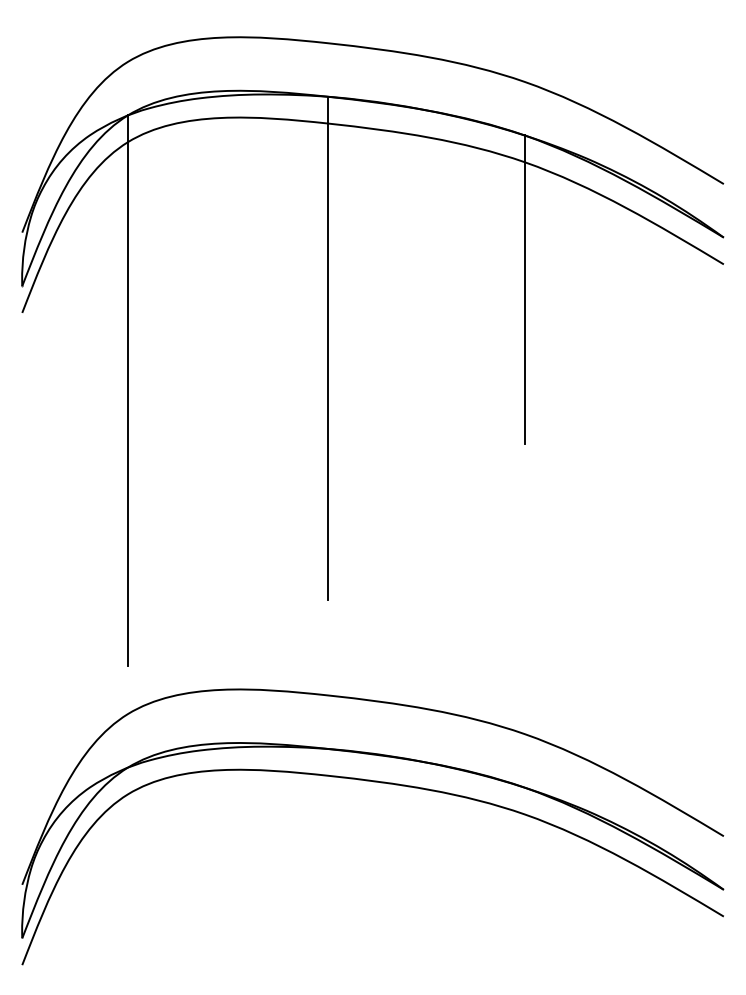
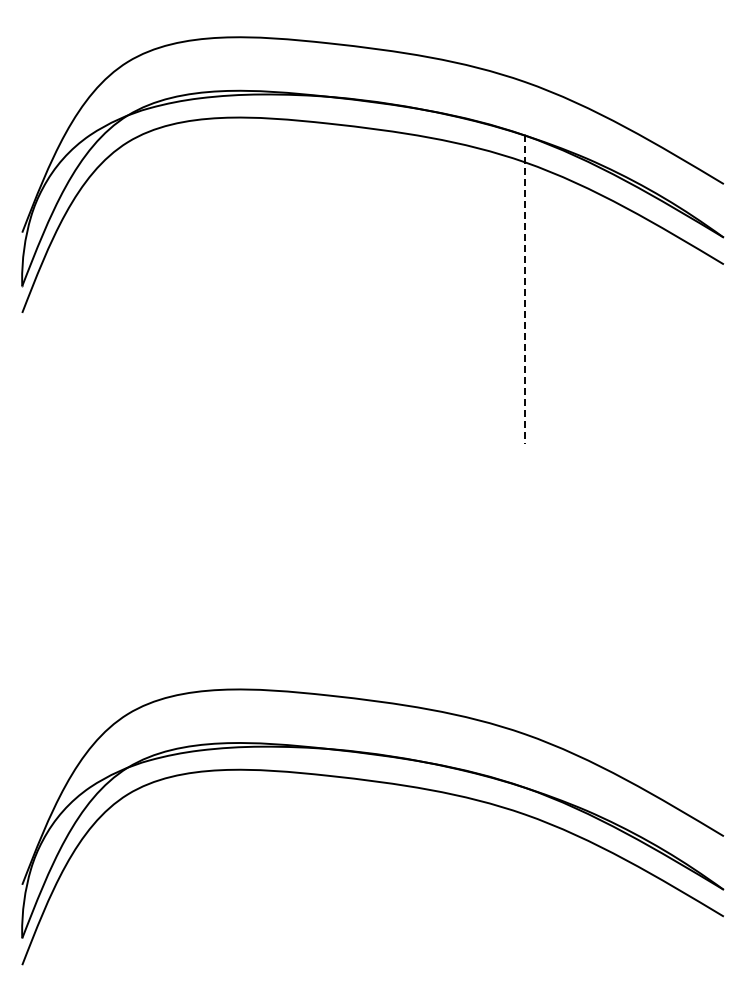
line at (524, 290): solid -> dashed
line at (327, 348): present -> none
line at (127, 390): present -> none
